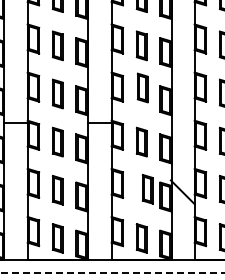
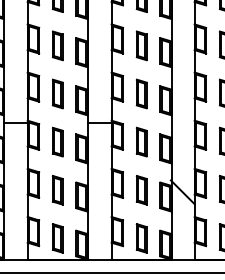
part at (142, 87) position: (142, 87) -> (141, 93)
part at (147, 189) position: (147, 189) -> (141, 190)
line at (112, 273): dashed -> solid
